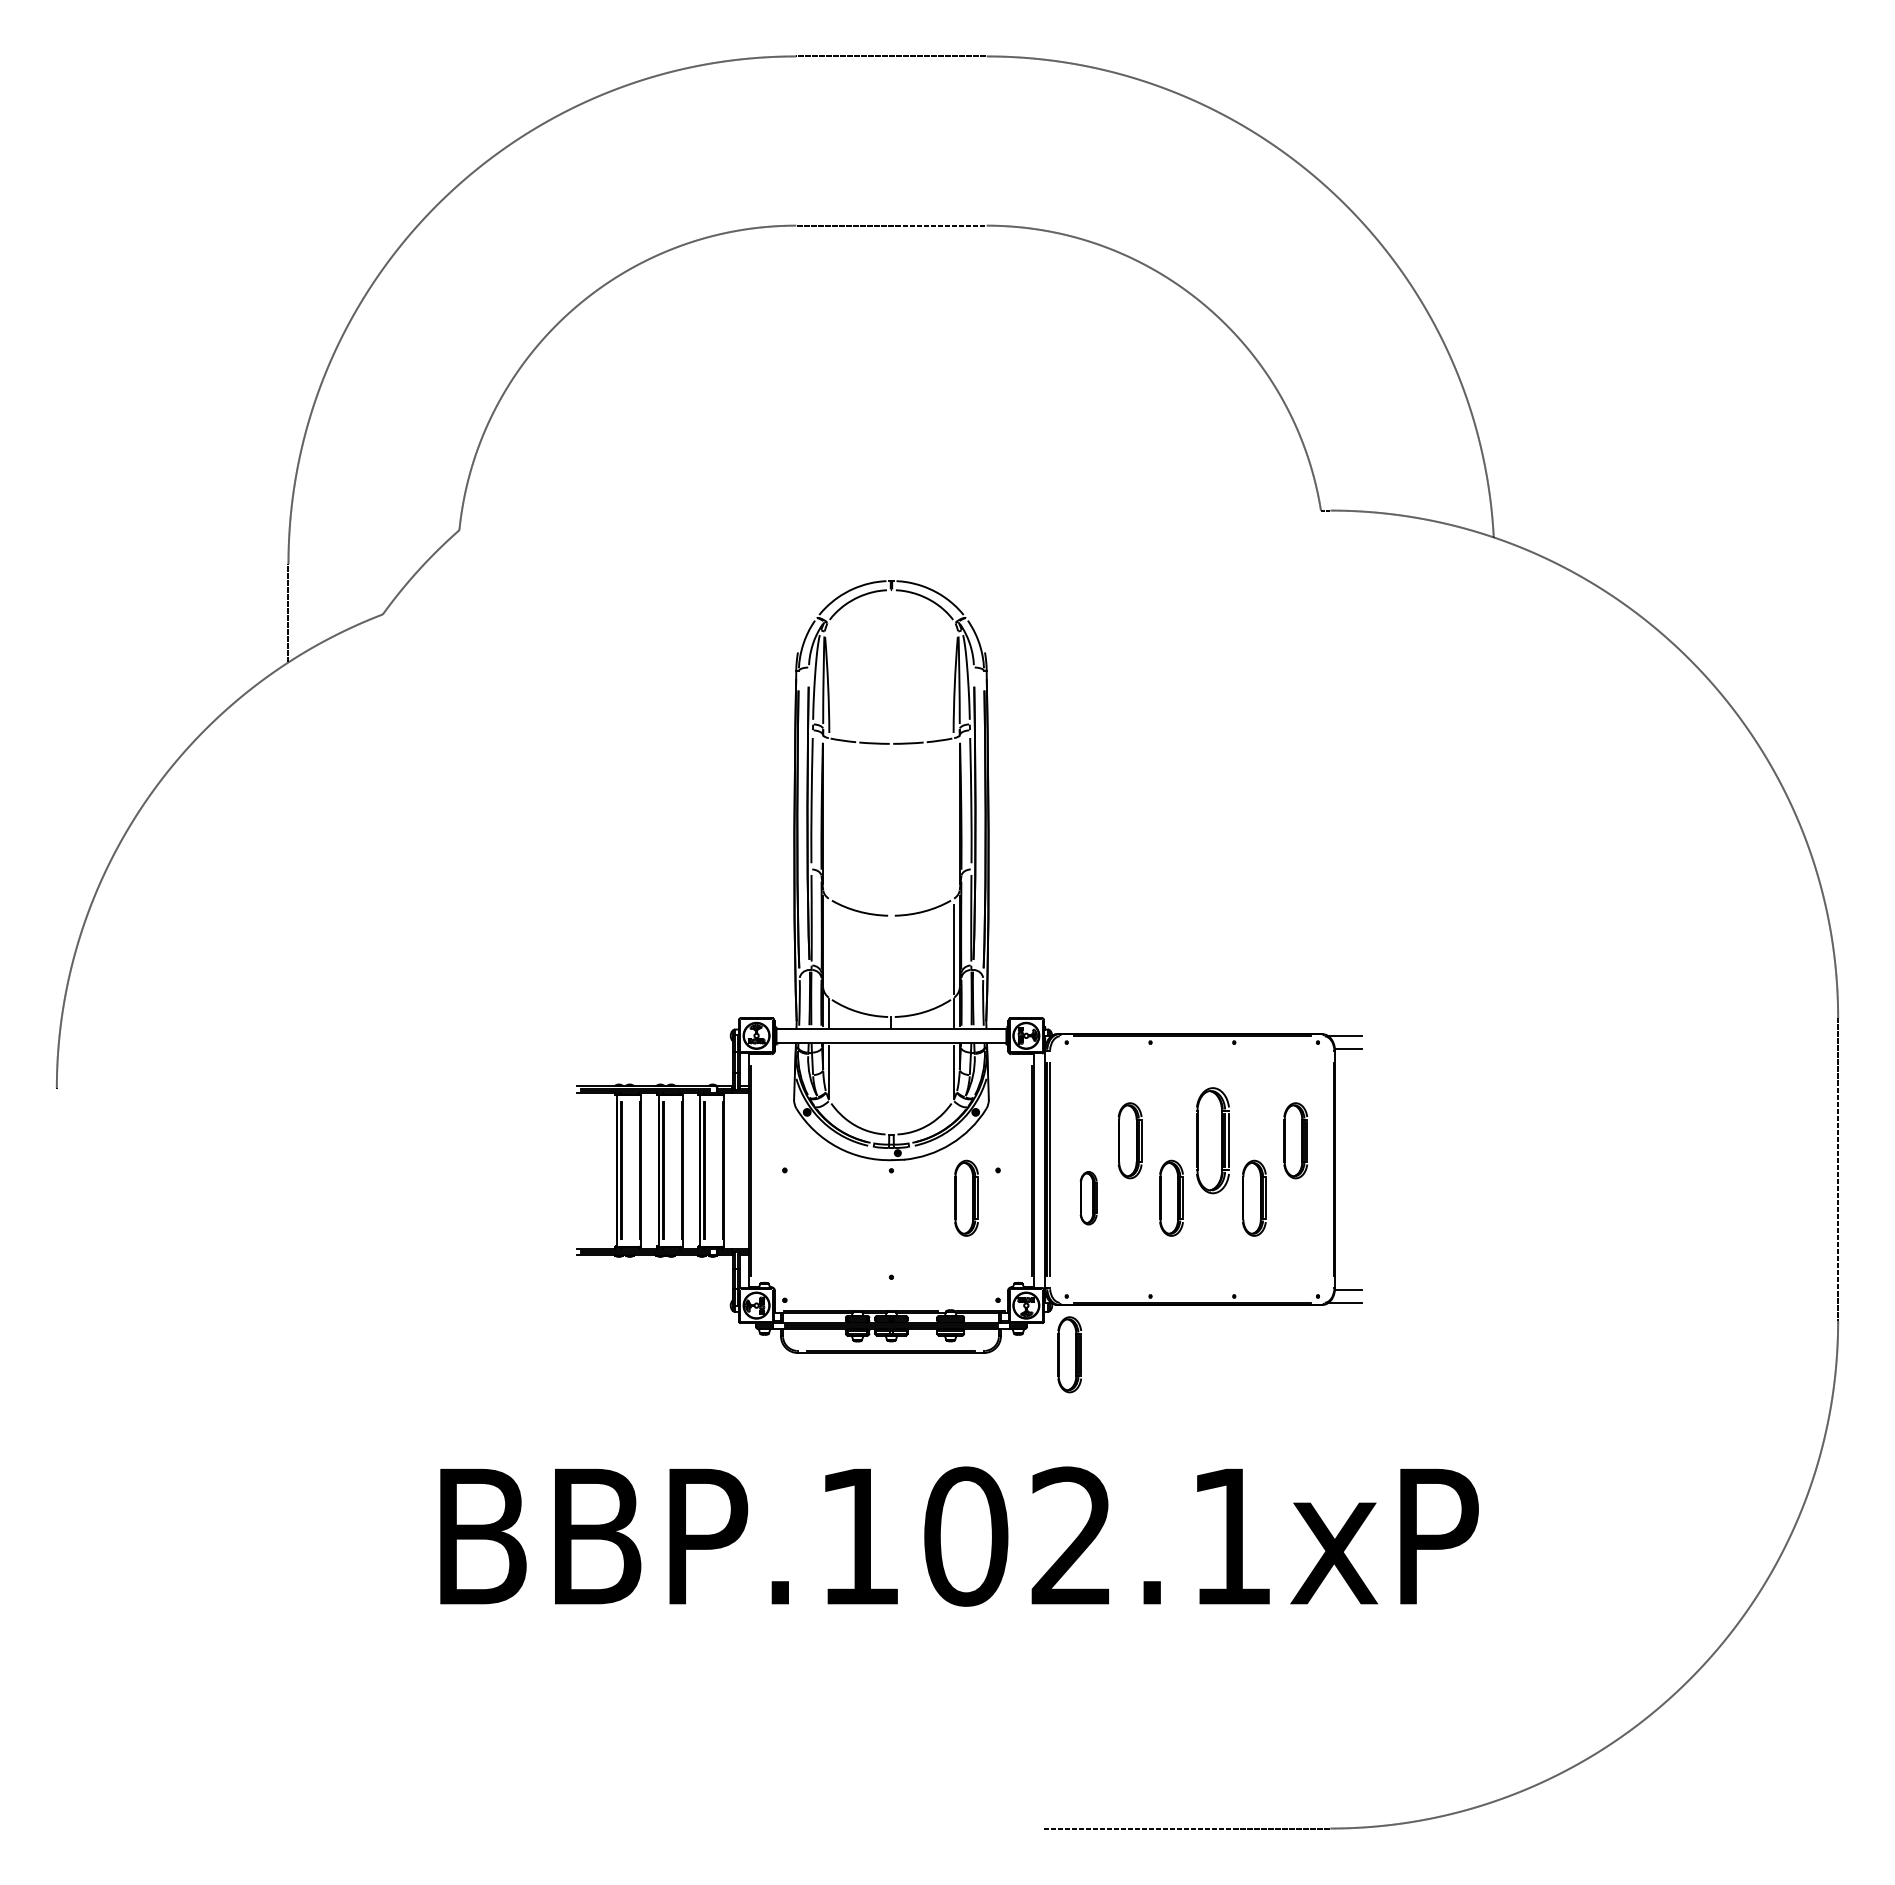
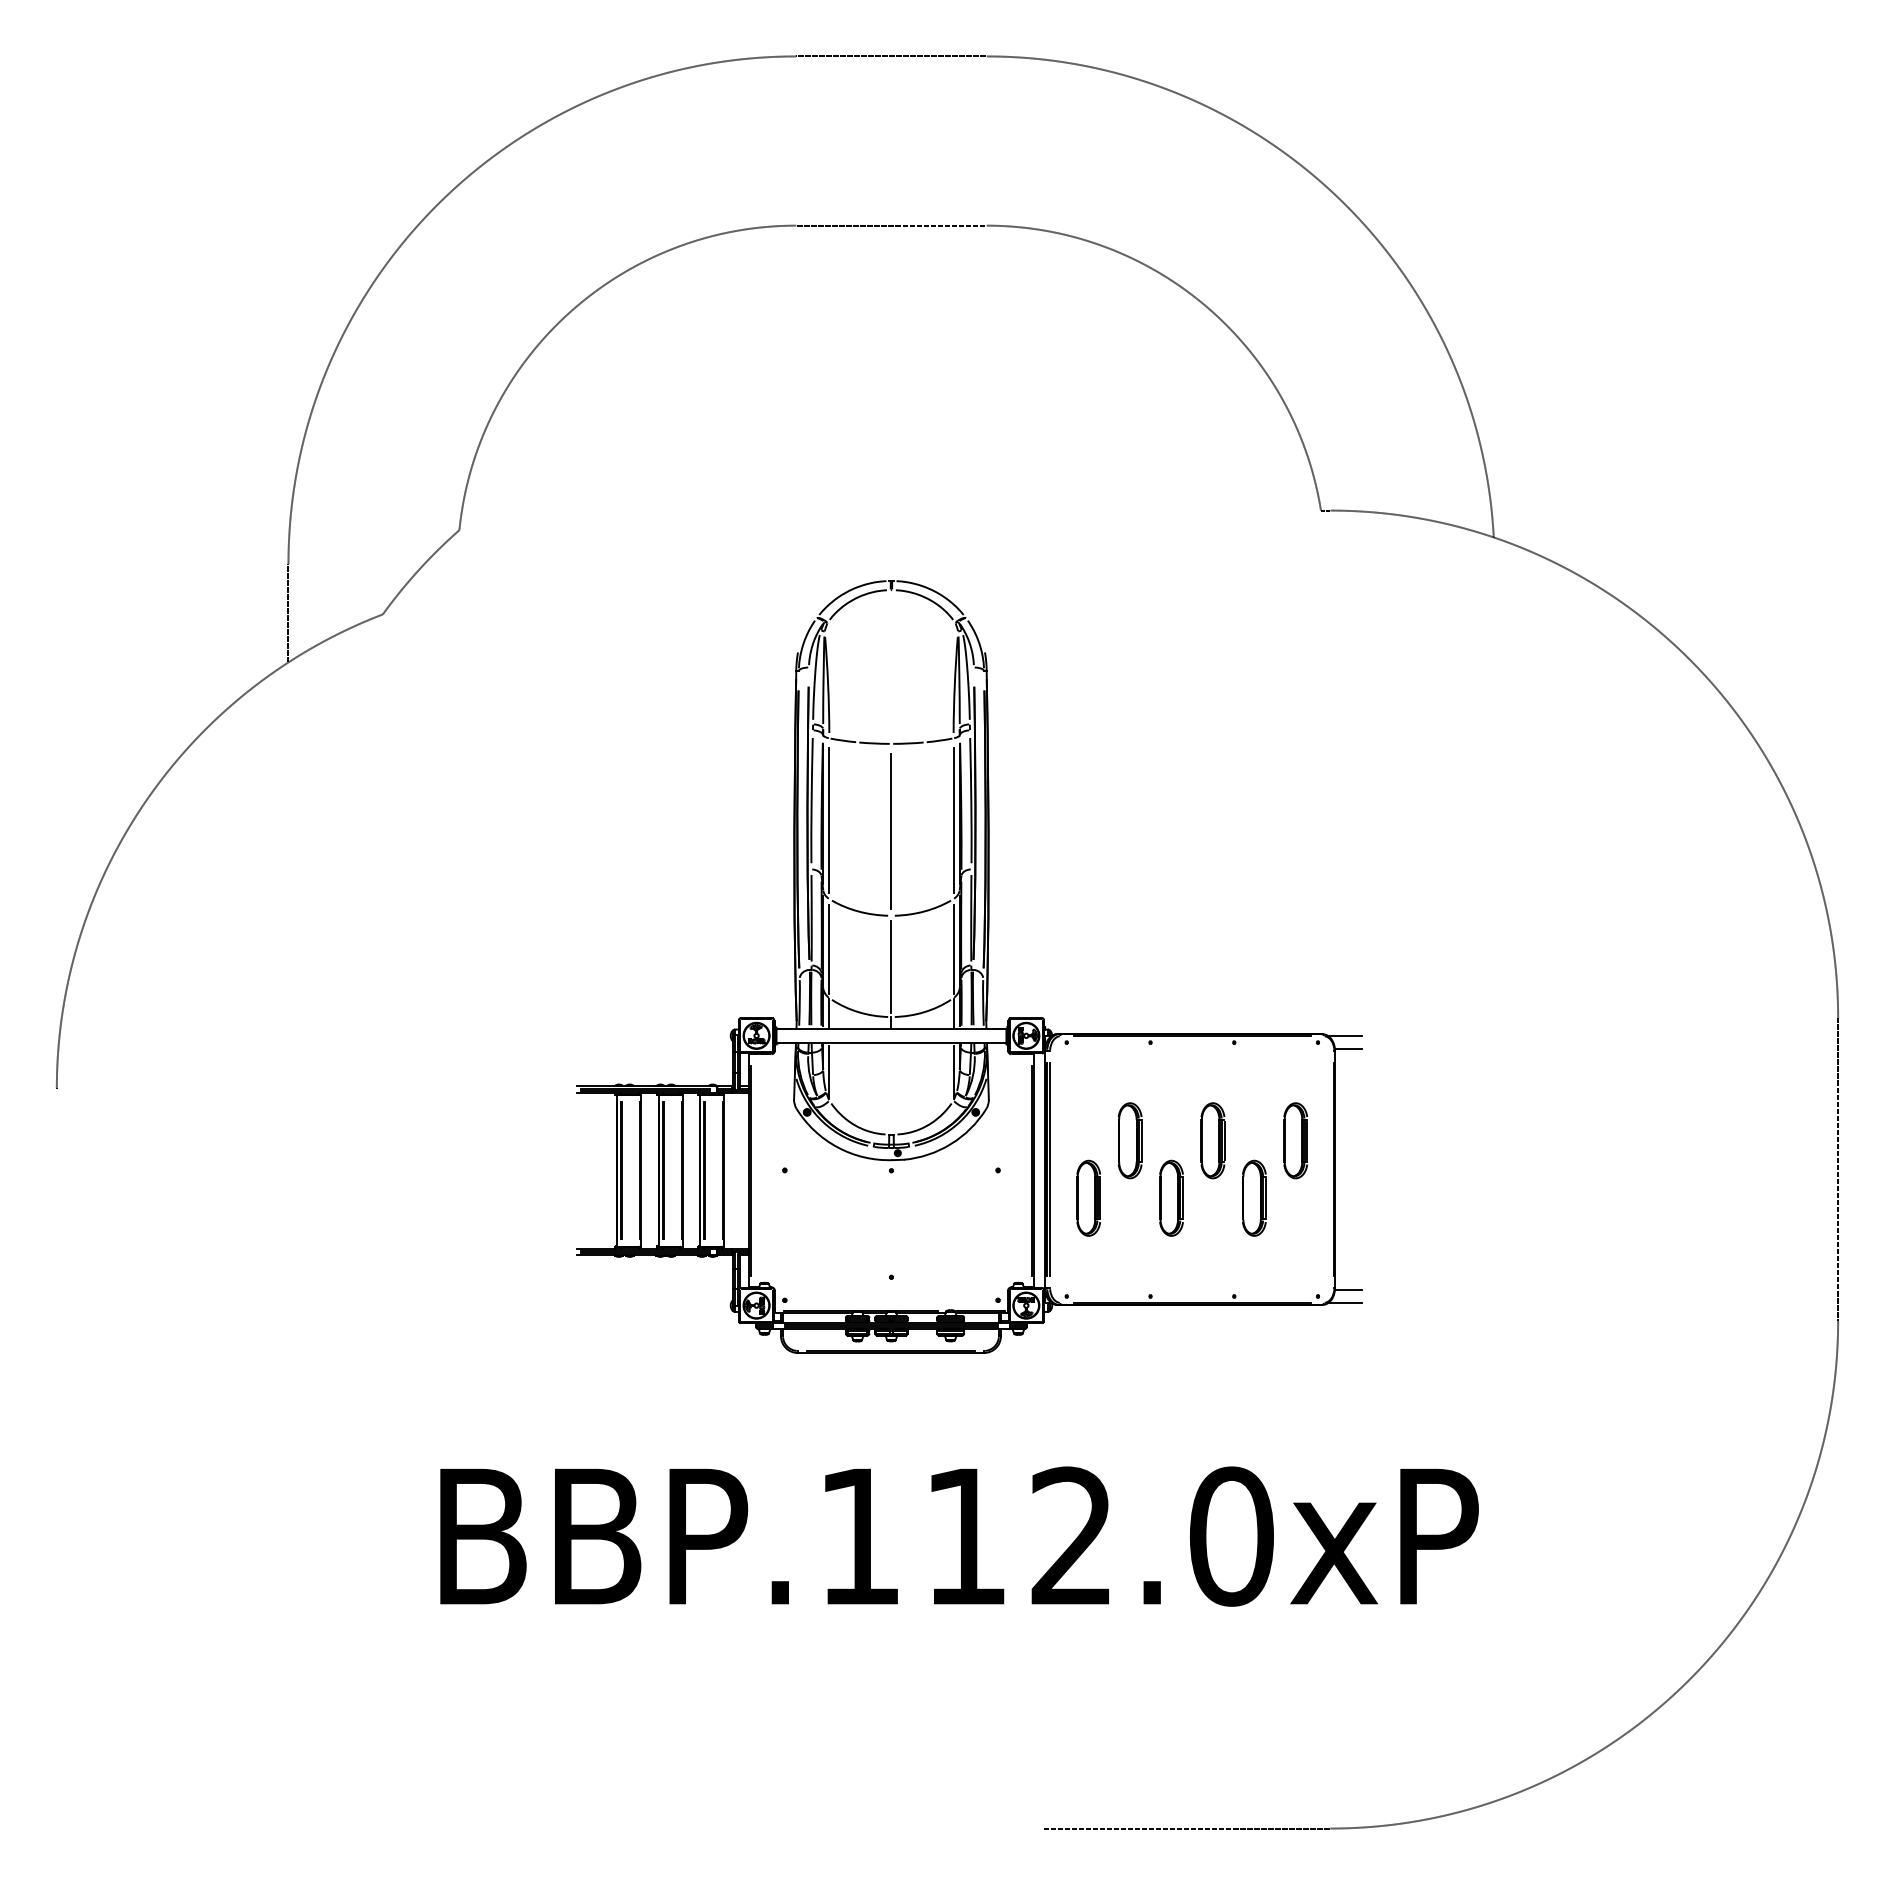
line at (829, 819): none -> present
line at (953, 819): none -> present
line at (891, 830): none -> present
line at (829, 948): none -> present
line at (891, 966): none -> present
part at (1212, 1140) size: 34x108 px -> 26x78 px
part at (966, 1197): present -> none
part at (1088, 1198) size: 19x55 px -> 25x78 px
part at (1069, 1354): present -> none
text at (1098, 1536): BBP.102.1xP -> BBP.112.0xP
